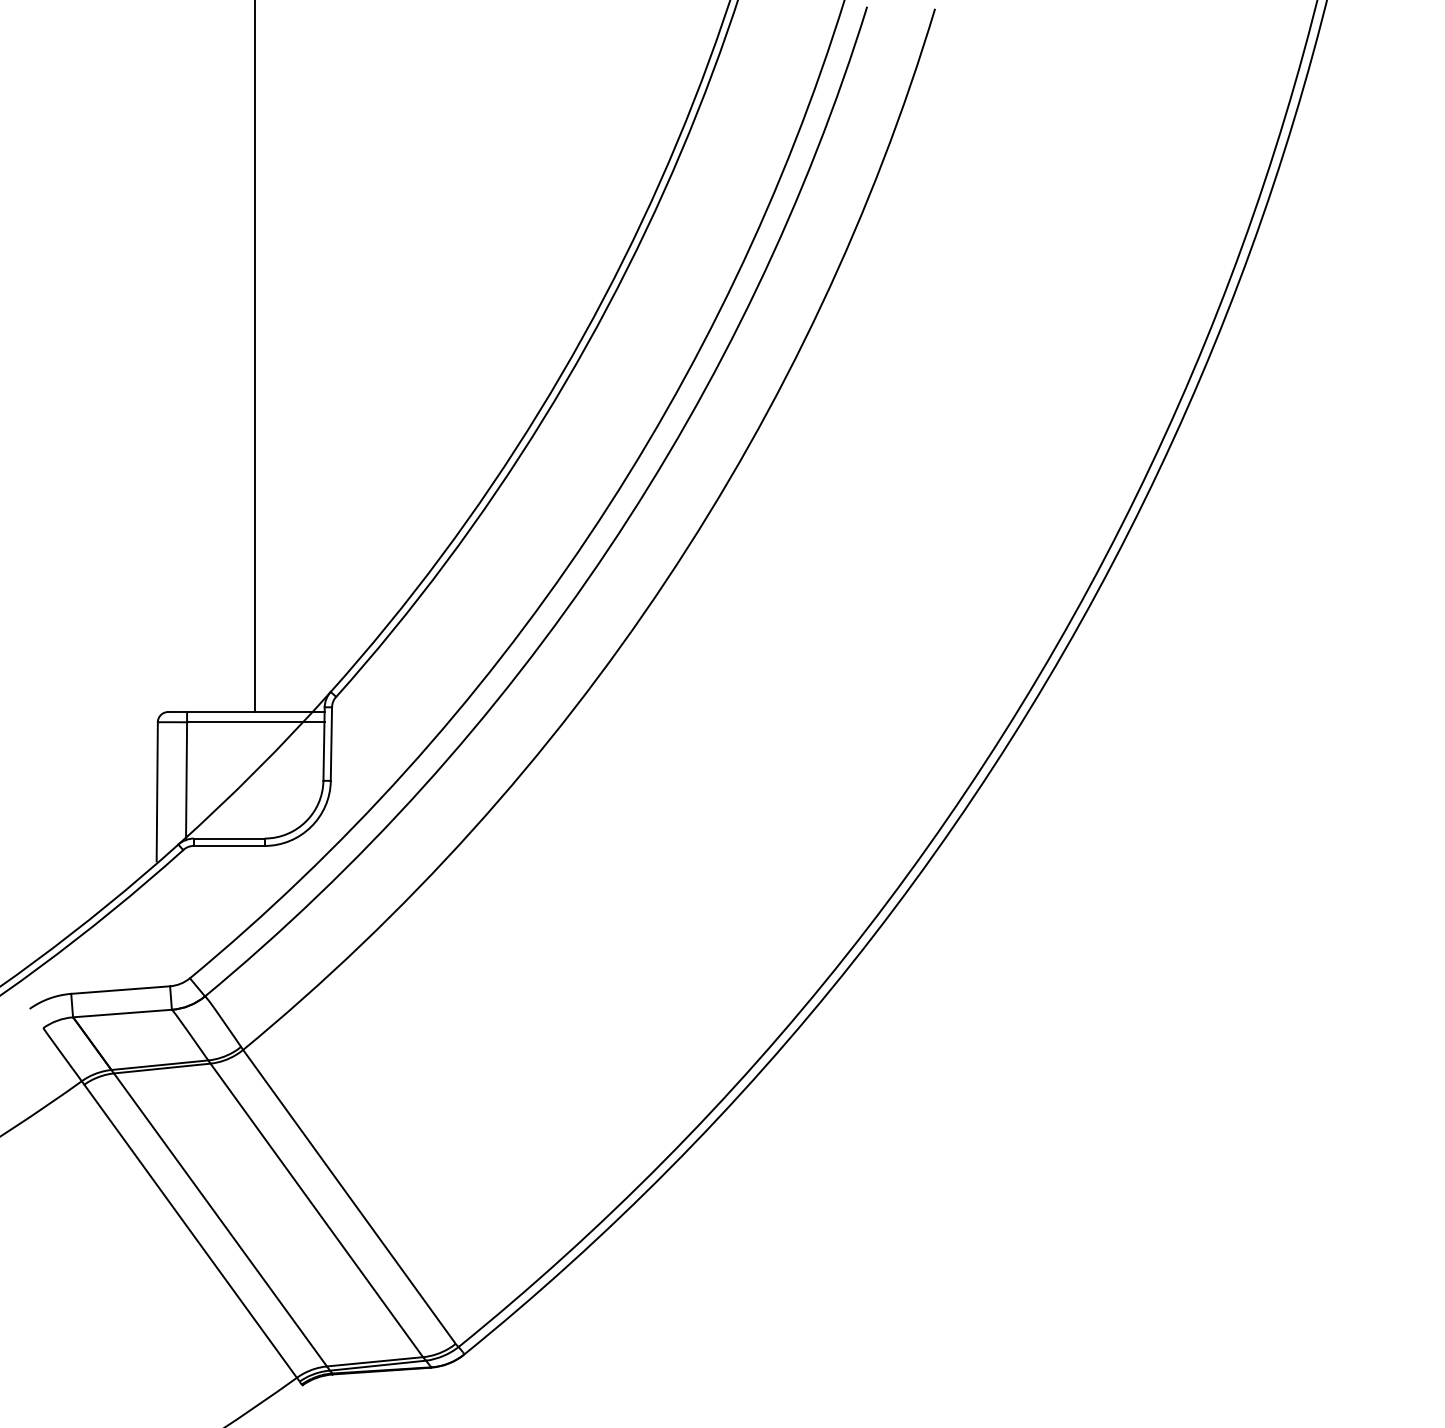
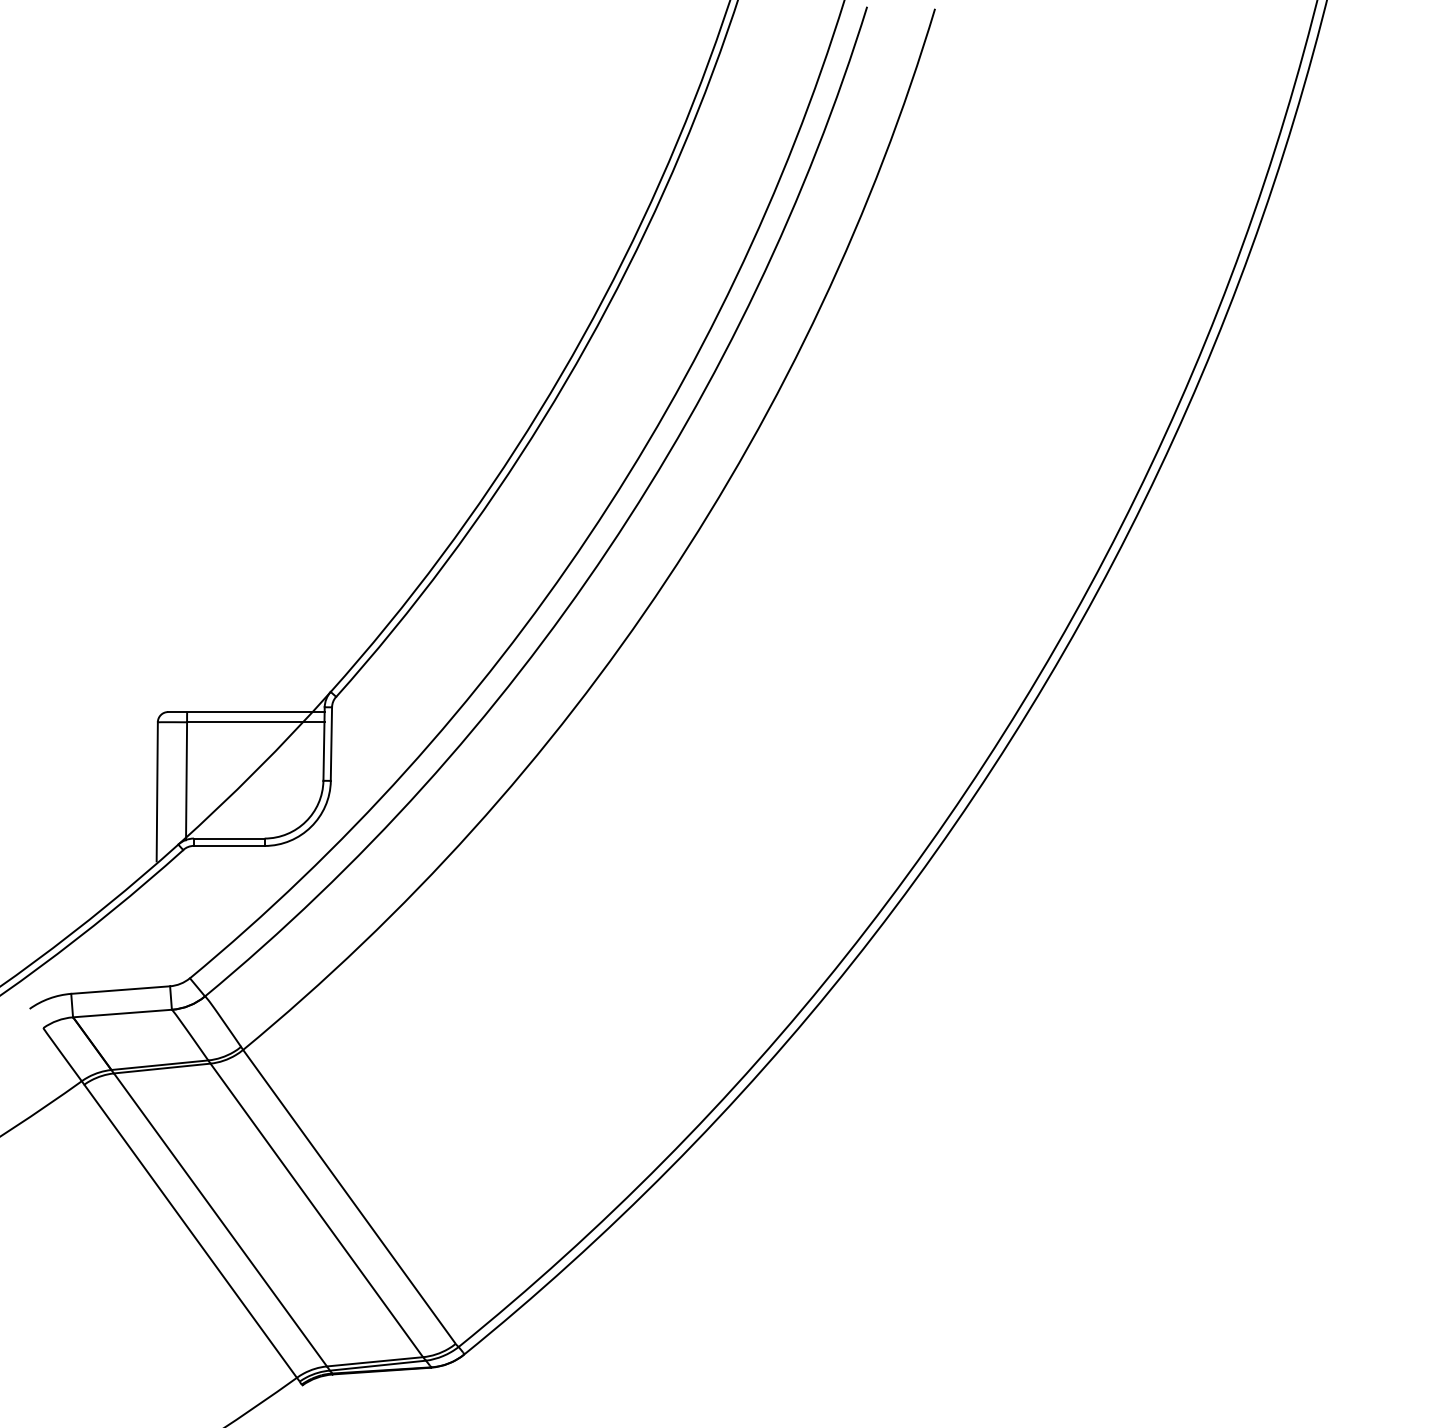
line at (254, 357): present -> none
